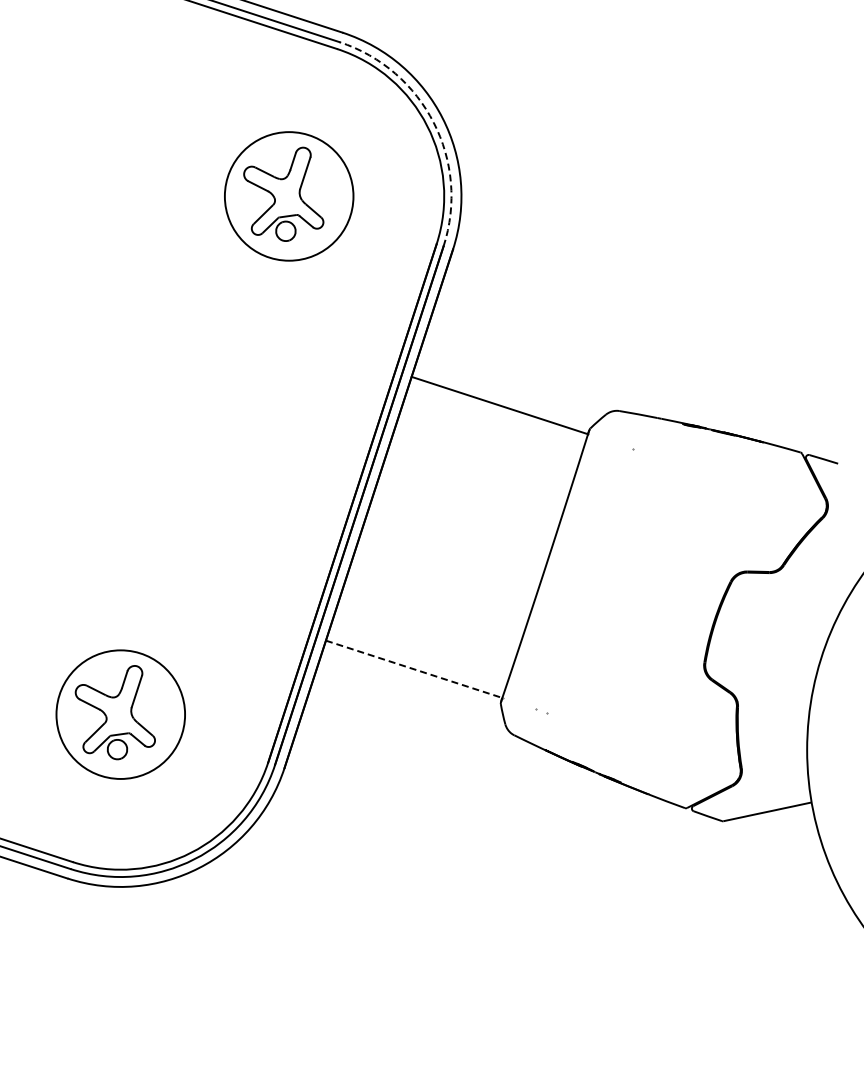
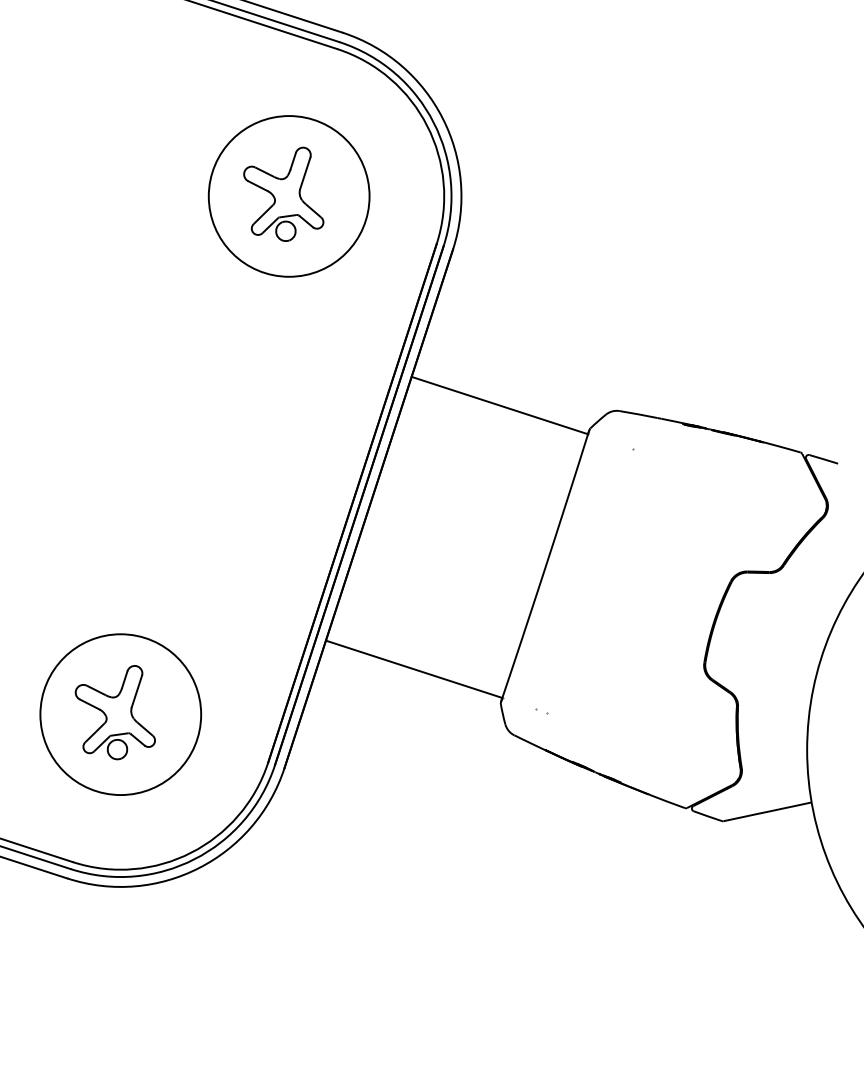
arc at (433, 122): dashed -> solid
circle at (288, 196) diameter: 129 px -> 161 px
line at (414, 669): dashed -> solid
circle at (120, 714) diameter: 129 px -> 161 px
